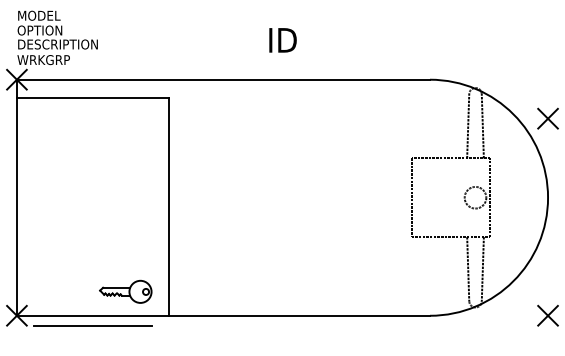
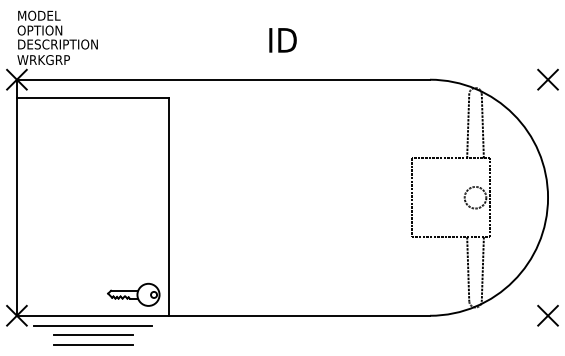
part at (547, 118) position: (547, 118) -> (547, 79)
part at (125, 291) position: (125, 291) -> (133, 294)
line at (92, 335): none -> present
line at (92, 345): none -> present
